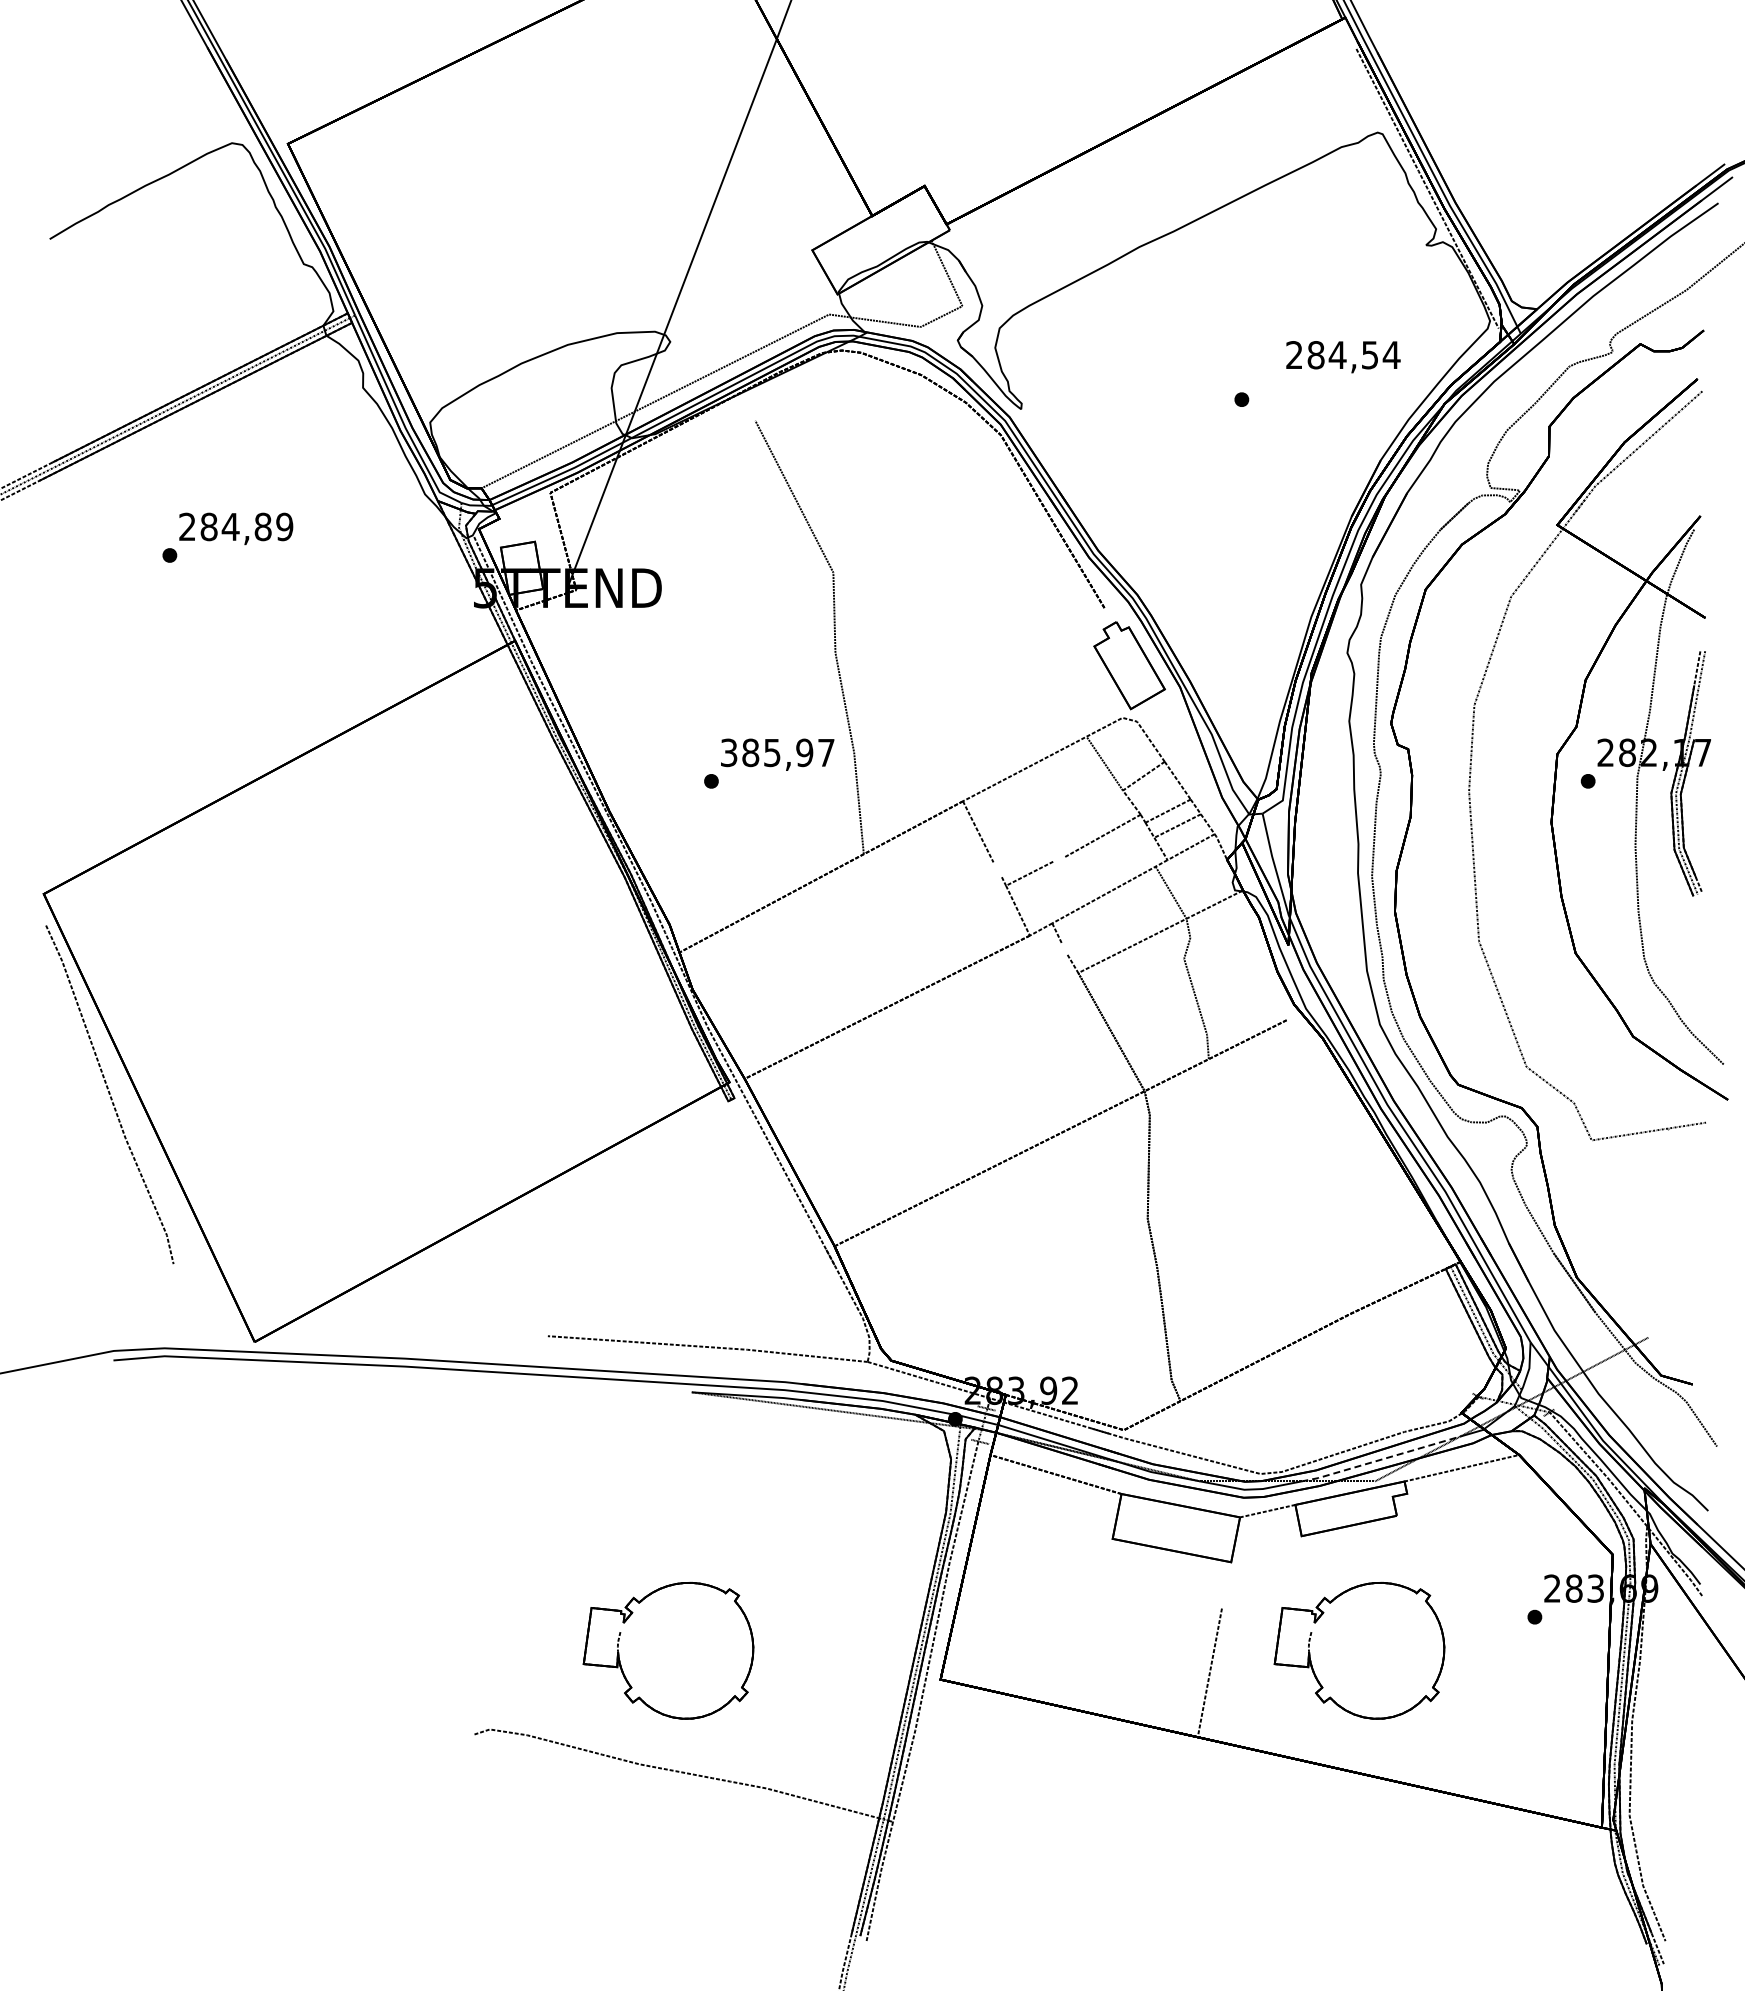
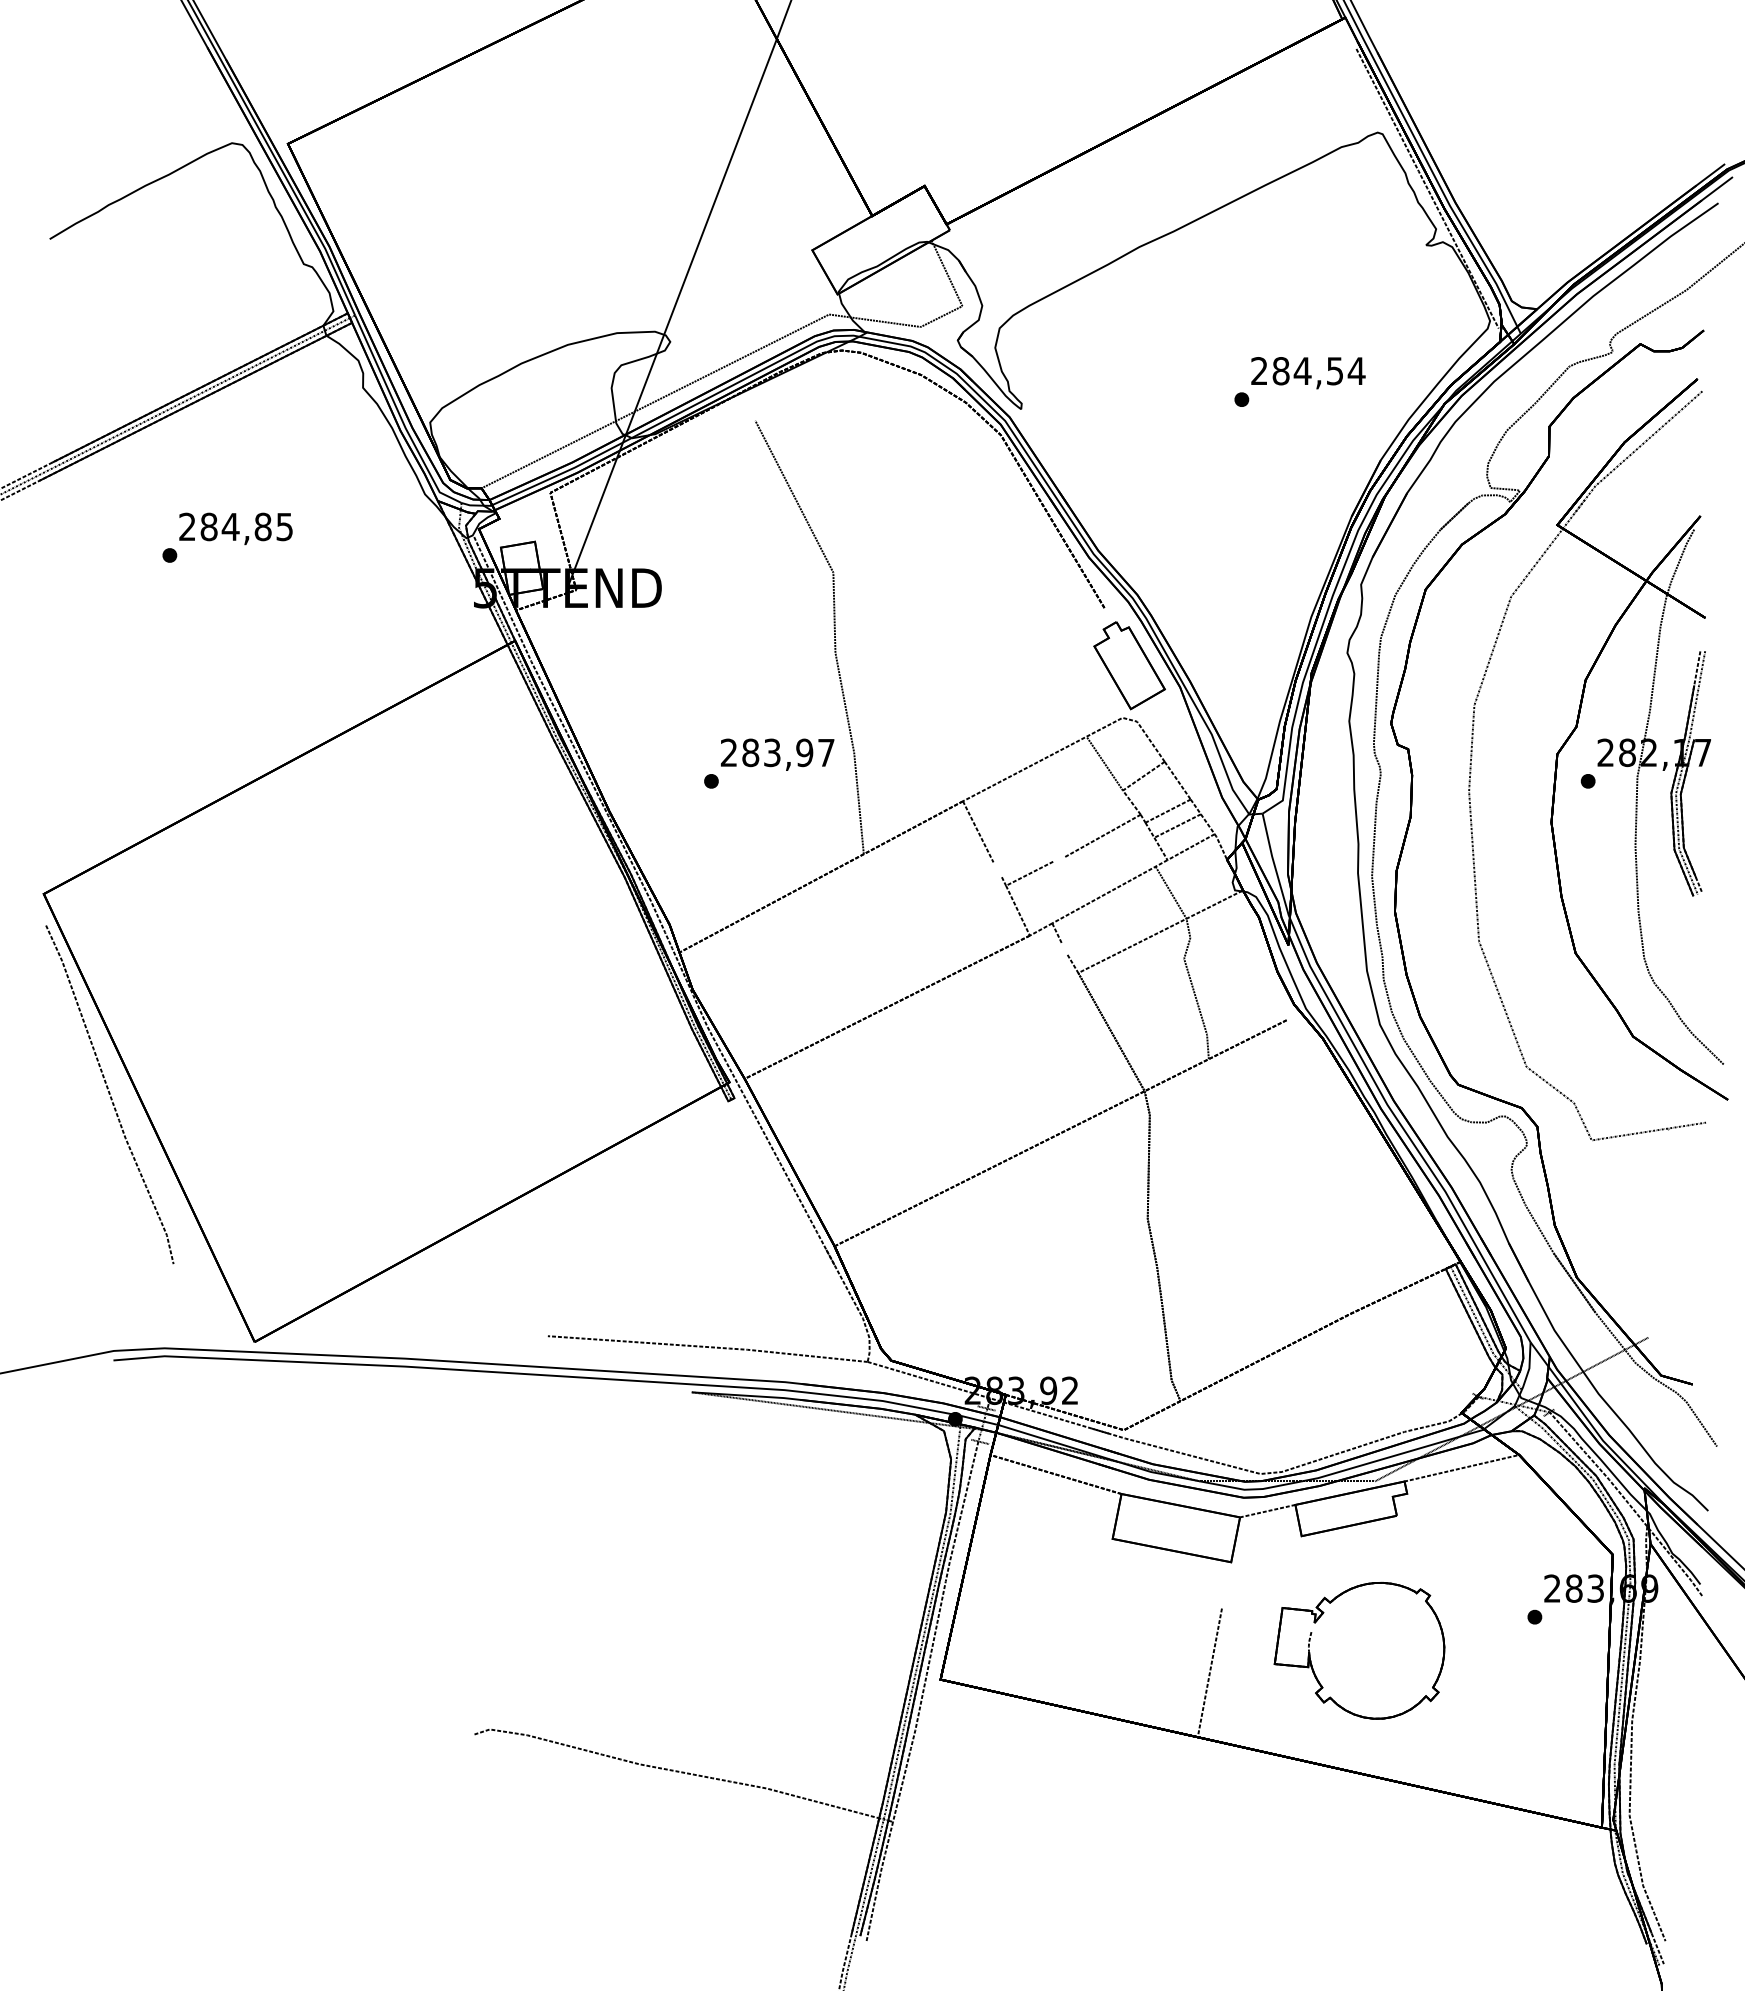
text at (1343, 357) position: (1343, 357) -> (1308, 373)
text at (284, 526): 284,89 -> 284,85
text at (750, 752): 385,97 -> 283,97
line at (1380, 1459): dashed -> solid
part at (668, 1650): present -> none
